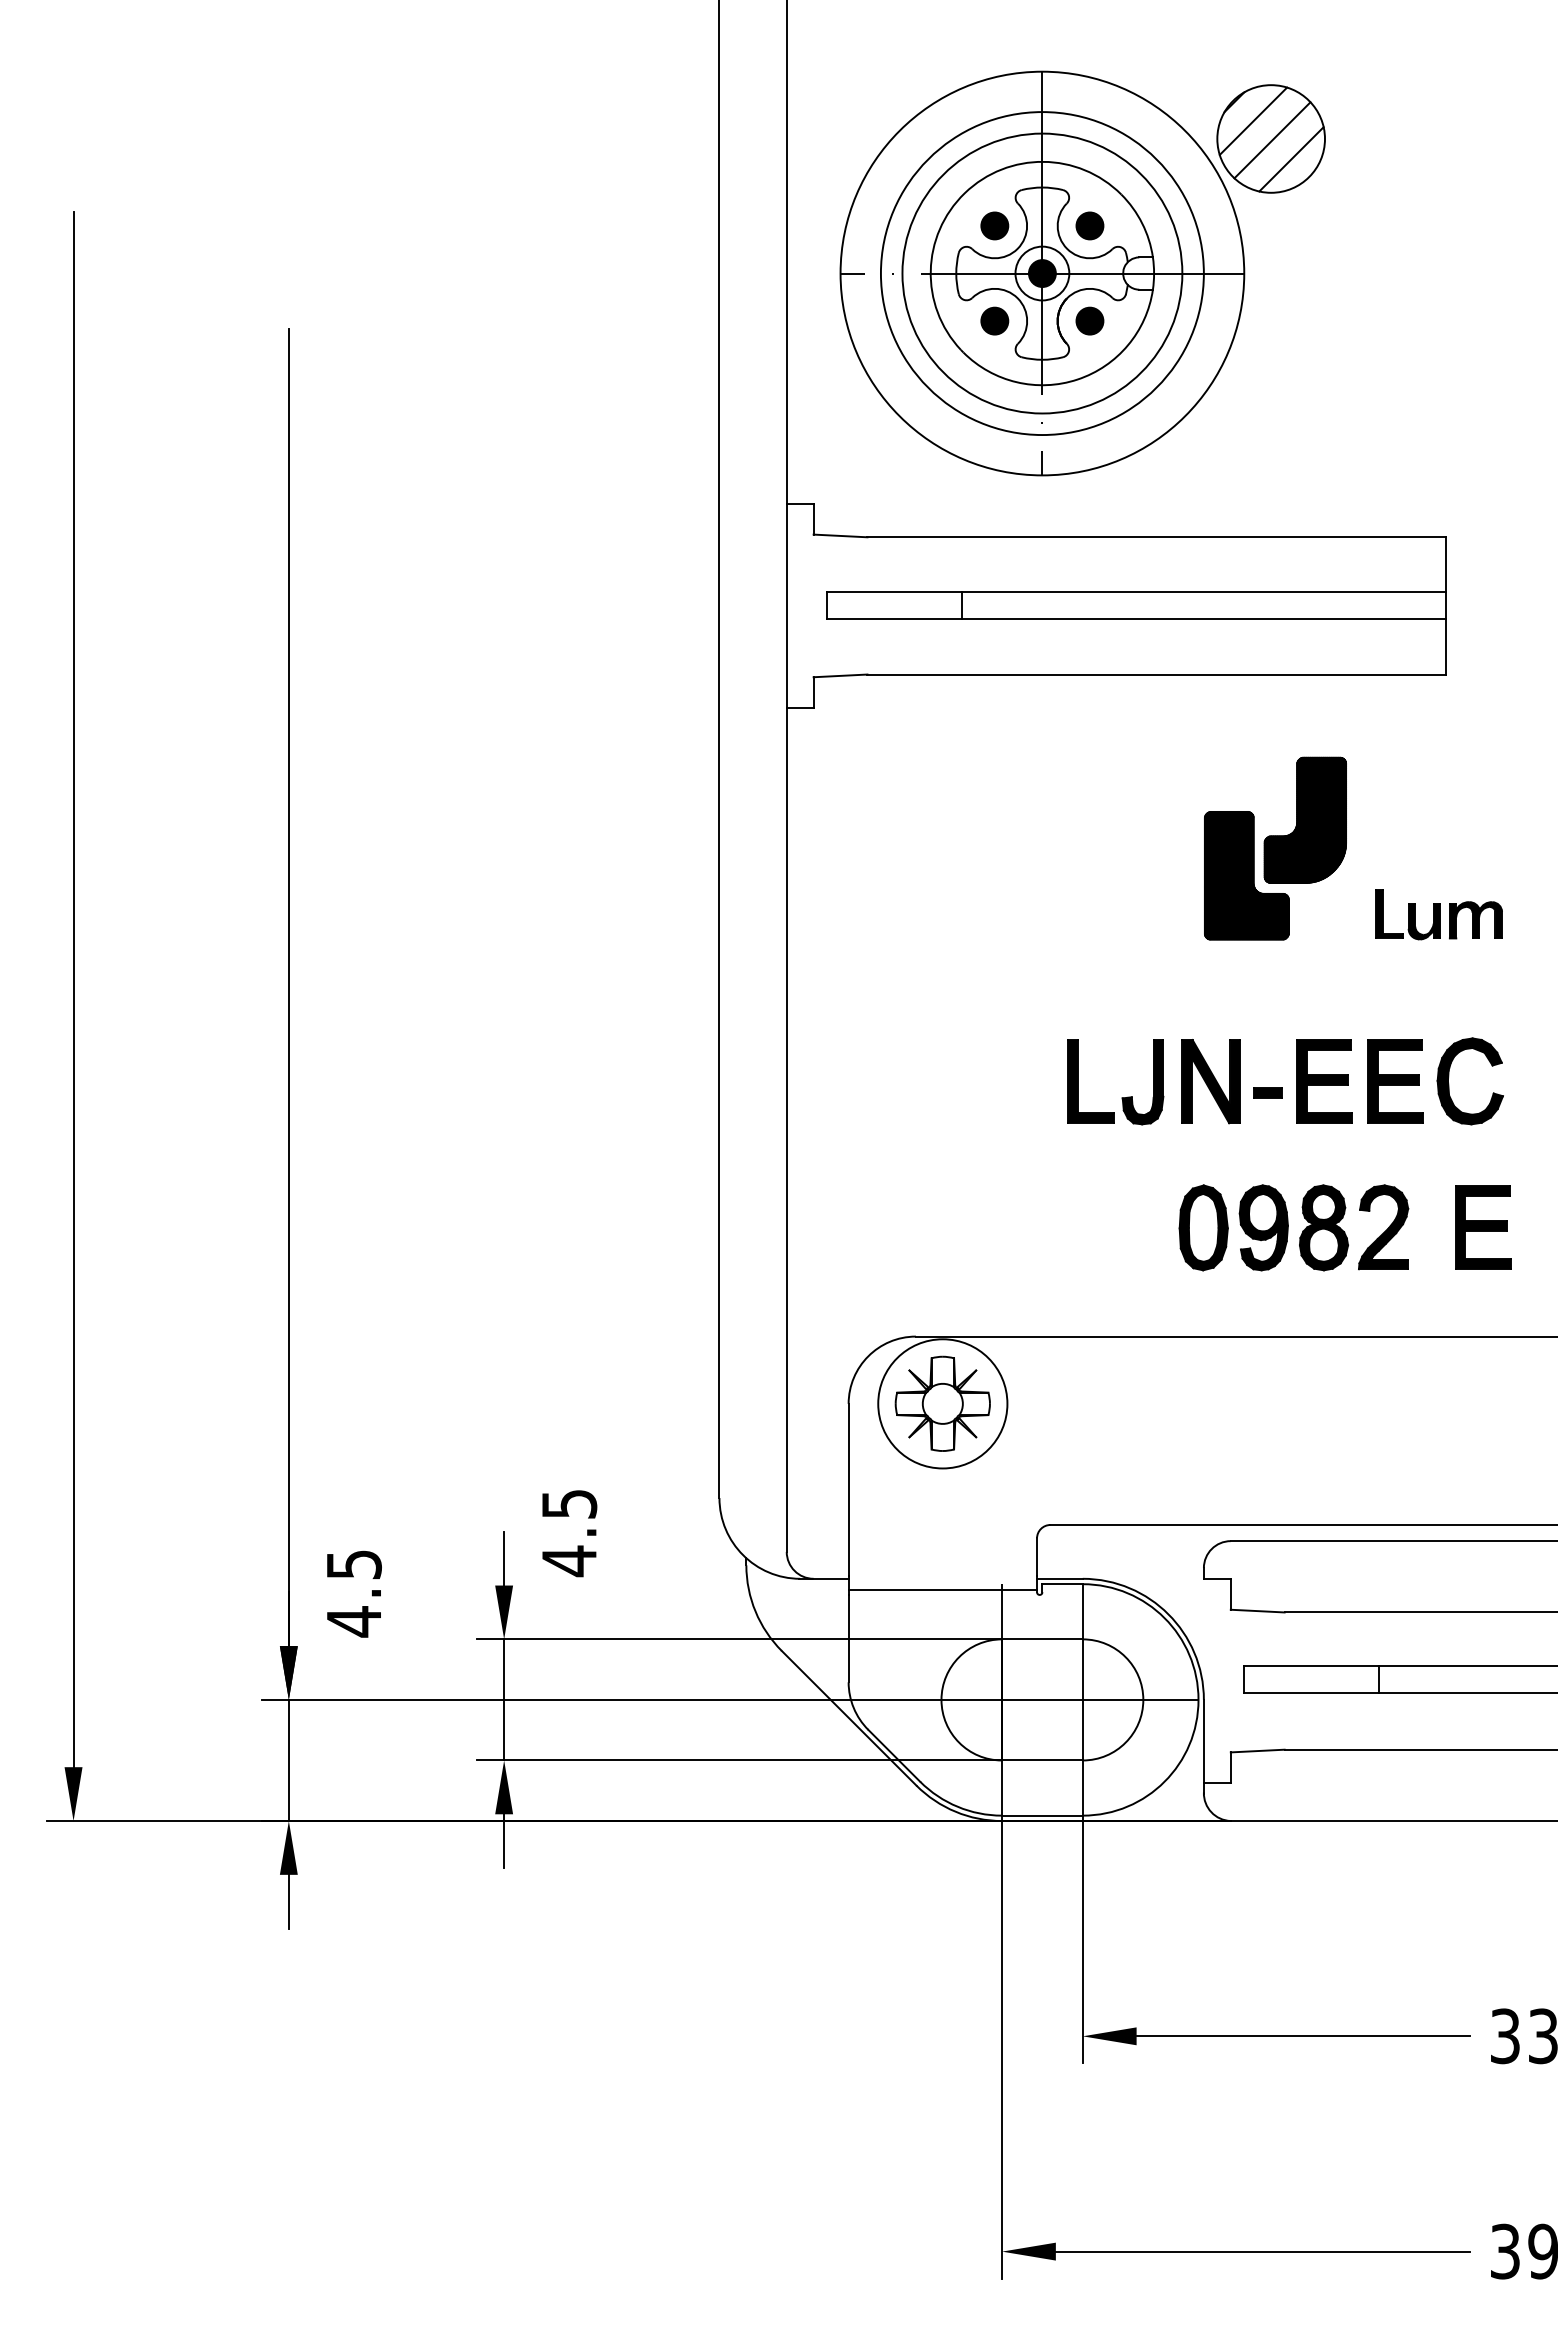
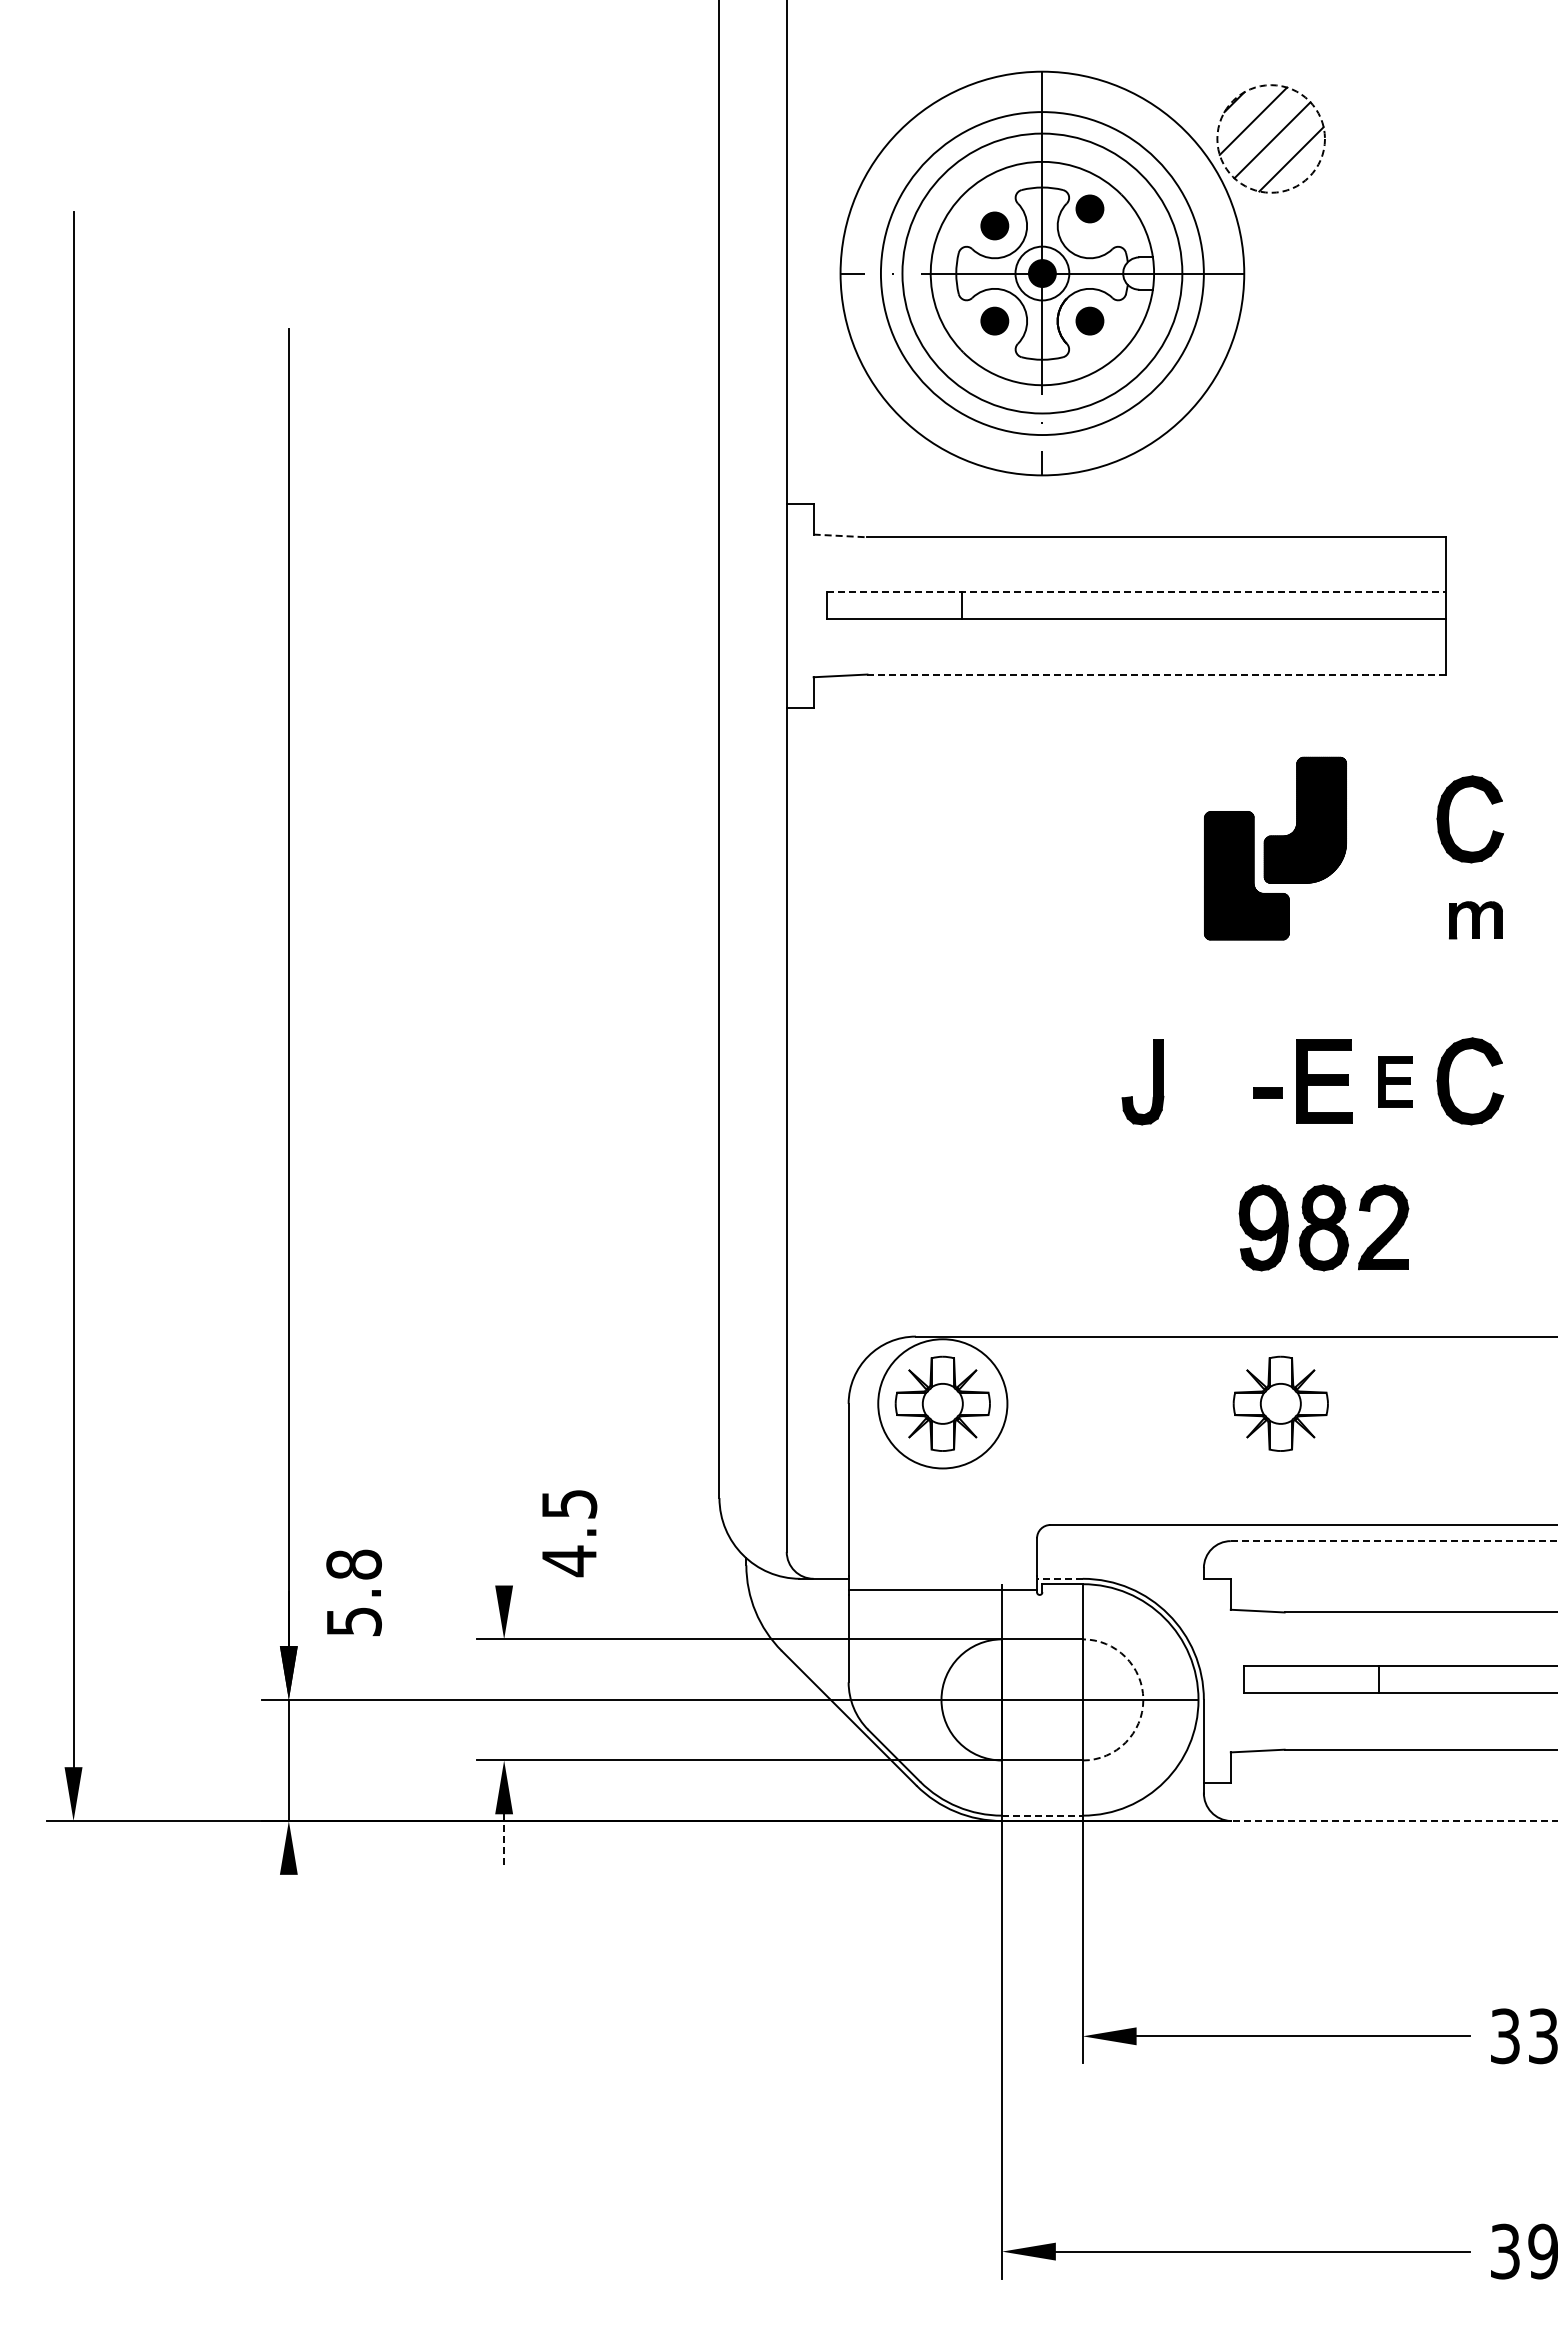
circle at (1270, 138): solid -> dashed
part at (1089, 225) position: (1089, 225) -> (1089, 208)
line at (840, 535): solid -> dashed
line at (1137, 592): solid -> dashed
line at (1156, 674): solid -> dashed
part at (1449, 821): none -> present
part at (1407, 914): present -> none
part at (1078, 1081): present -> none
part at (1210, 1081): present -> none
part at (1395, 1081) size: 57x85 px -> 35x52 px
part at (1203, 1227): present -> none
part at (1483, 1227): present -> none
part at (1280, 1403): none -> present
line at (1394, 1541): solid -> dashed
line at (504, 1558): present -> none
line at (1059, 1578): solid -> dashed
text at (353, 1593): 4.5 -> 5.8
line at (504, 1699): present -> none
arc at (1143, 1699): solid -> dashed
line at (1042, 1815): solid -> dashed
line at (1393, 1821): solid -> dashed
line at (504, 1841): solid -> dashed
line at (288, 1901): present -> none
